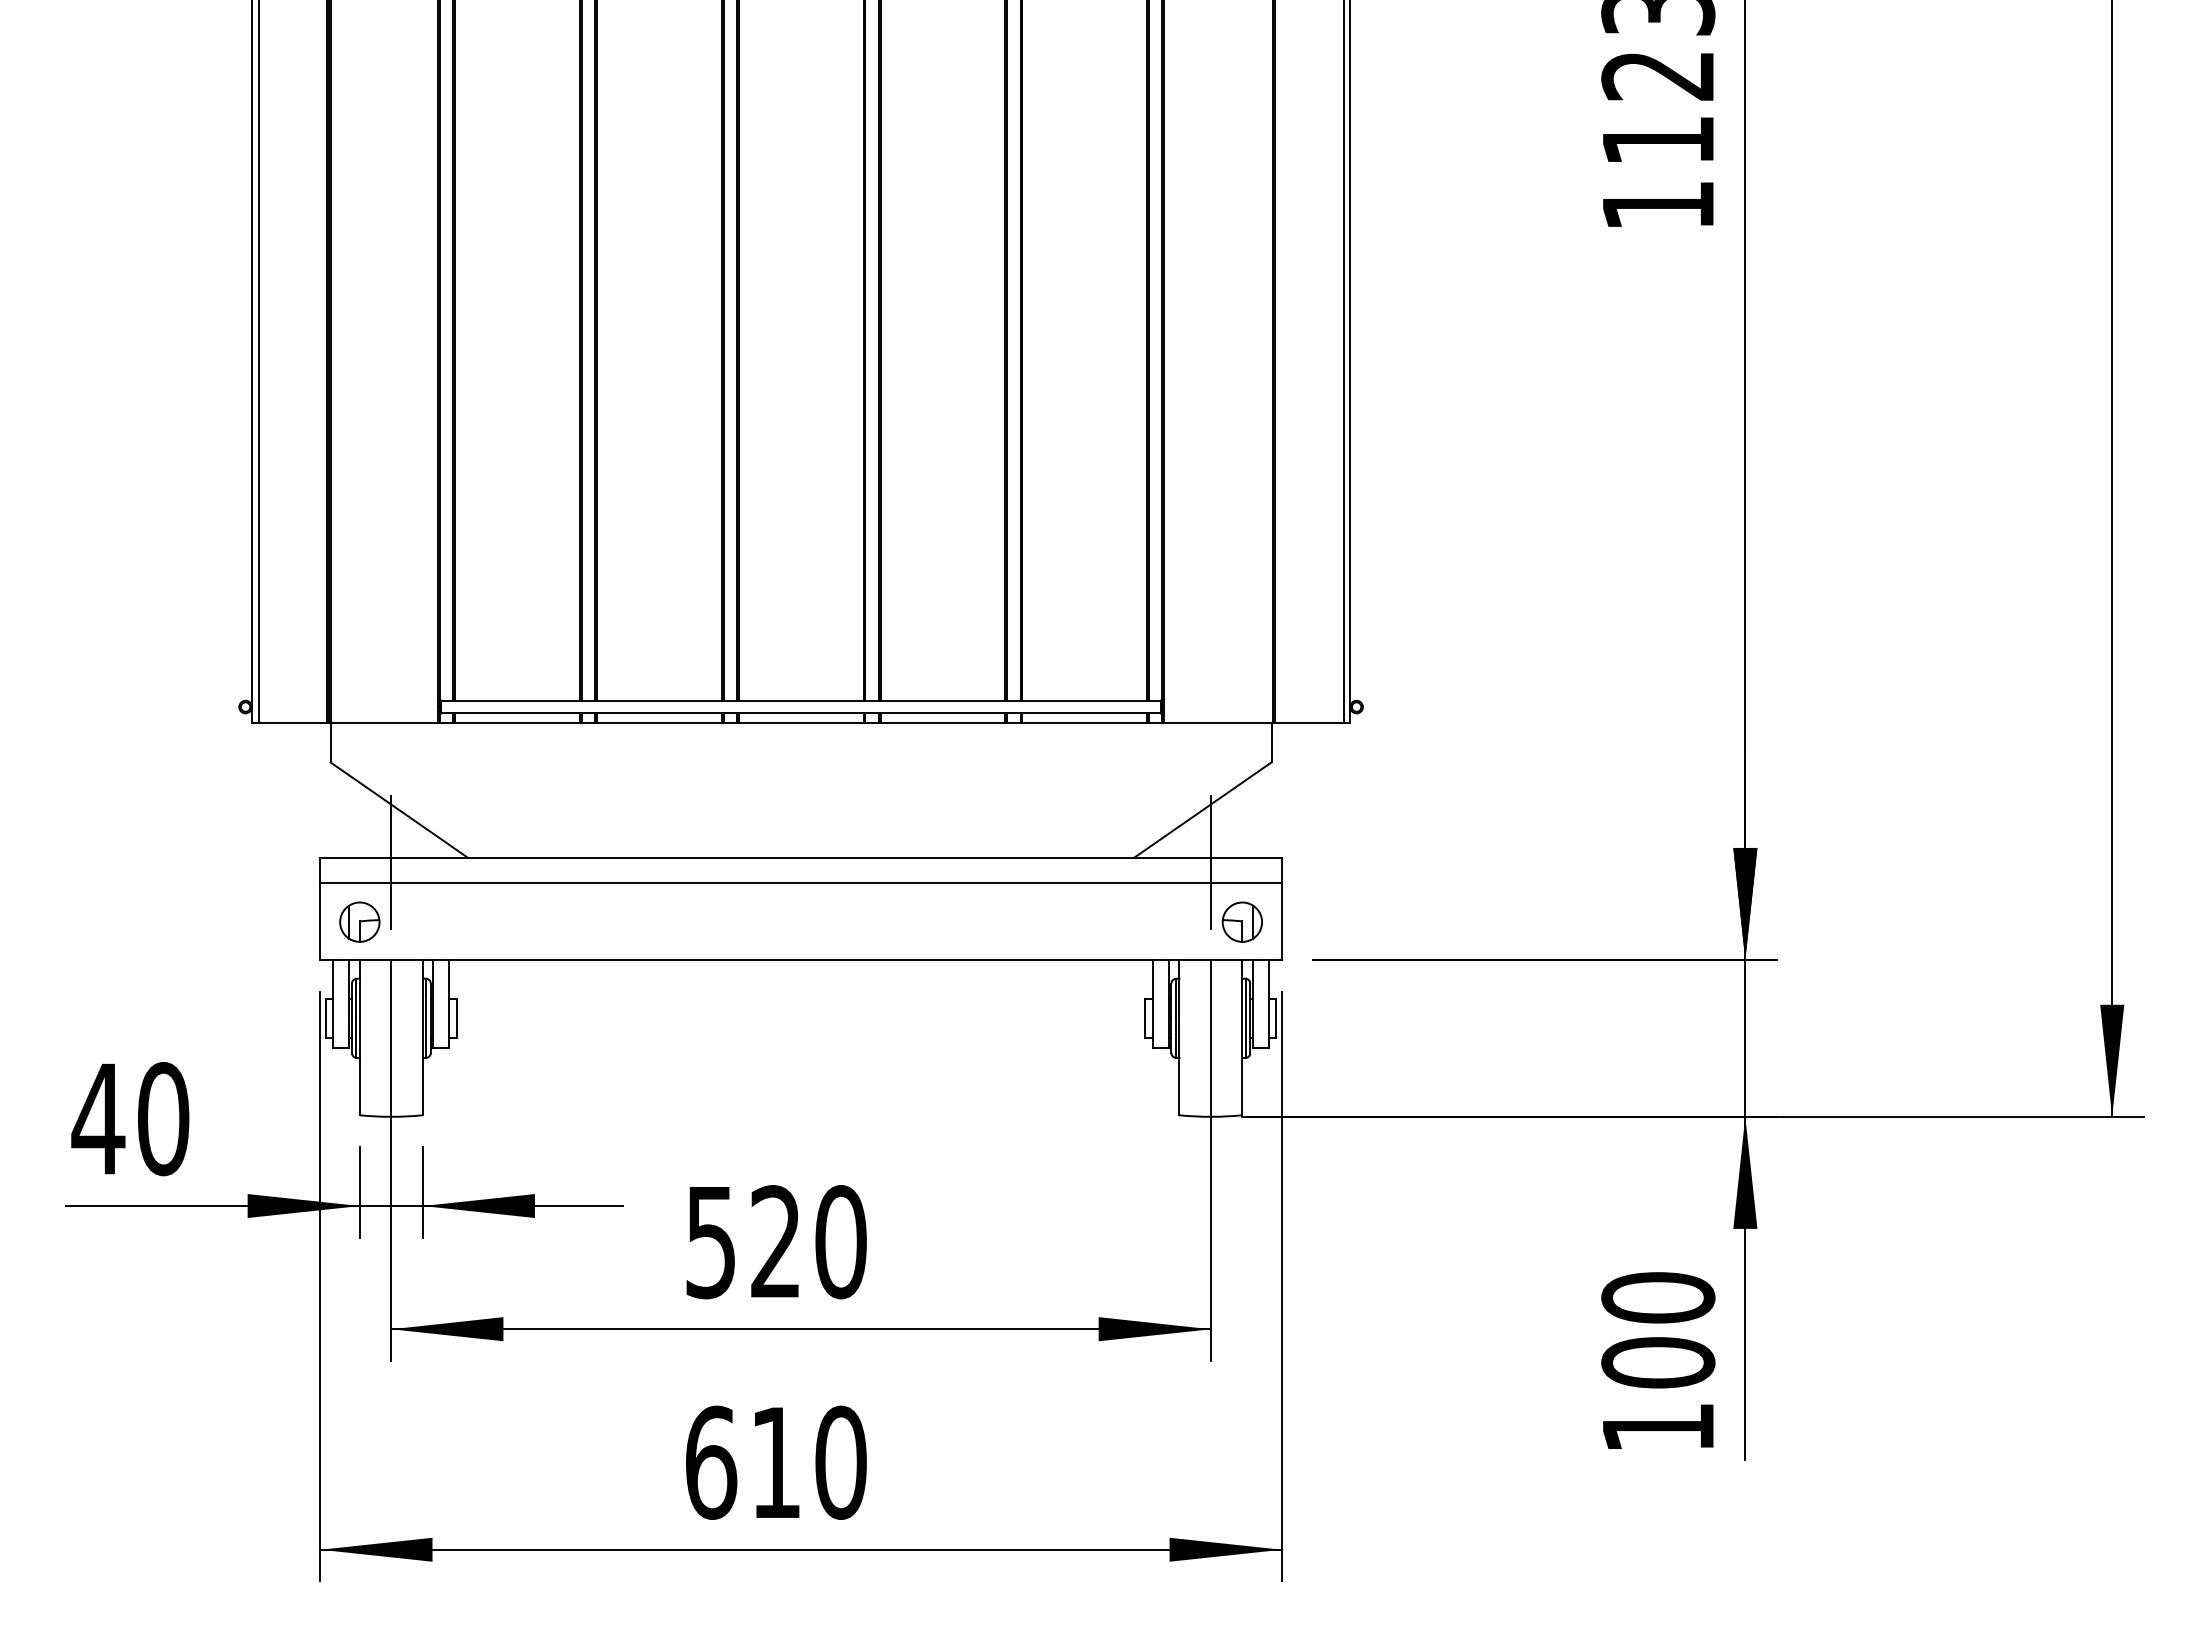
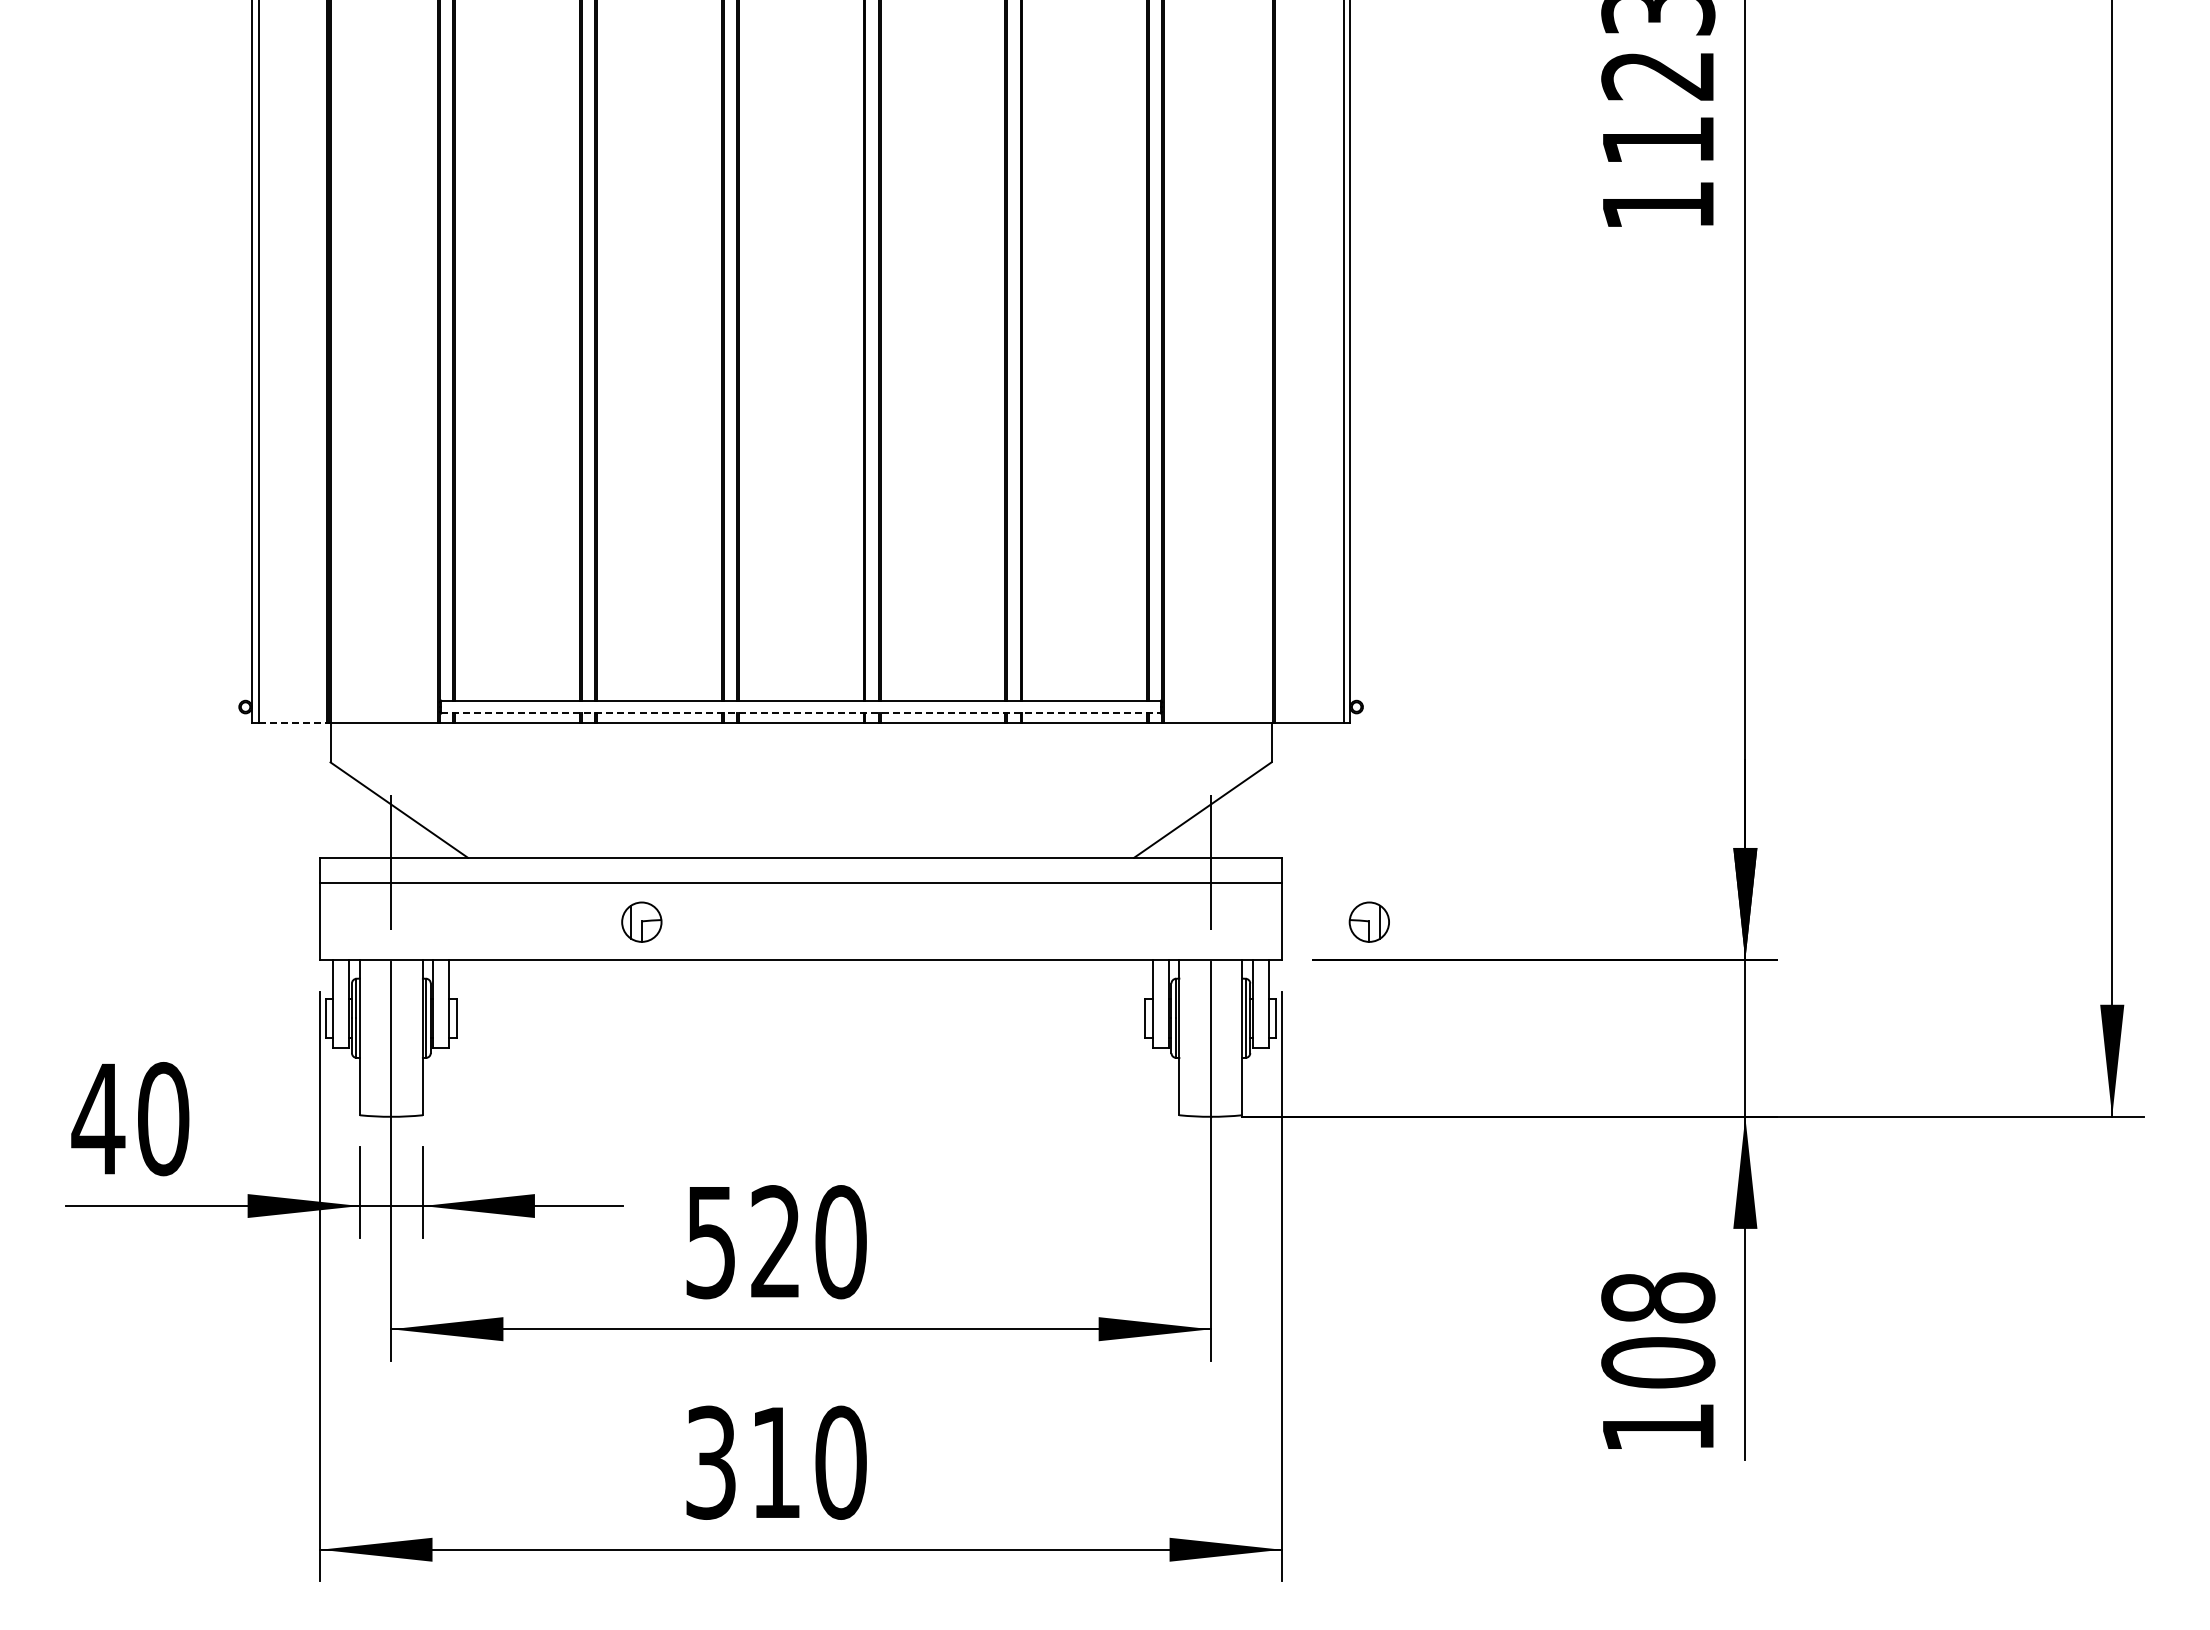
line at (801, 713): solid -> dashed
line at (293, 722): solid -> dashed
part at (359, 921) position: (359, 921) -> (641, 921)
part at (1241, 921) position: (1241, 921) -> (1368, 921)
text at (1658, 1297): 100 -> 108
text at (711, 1462): 610 -> 310
